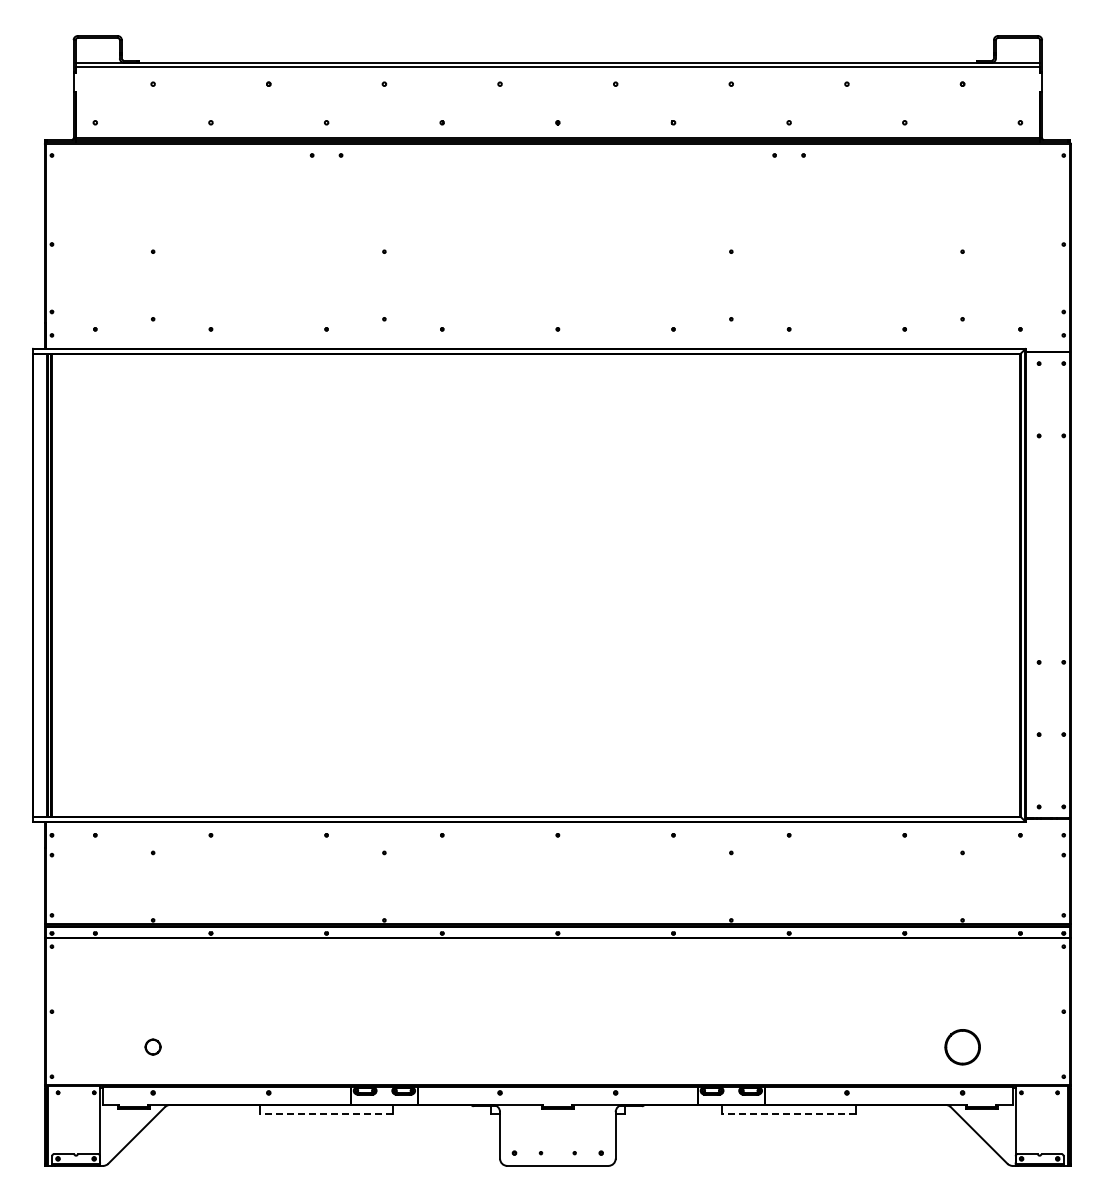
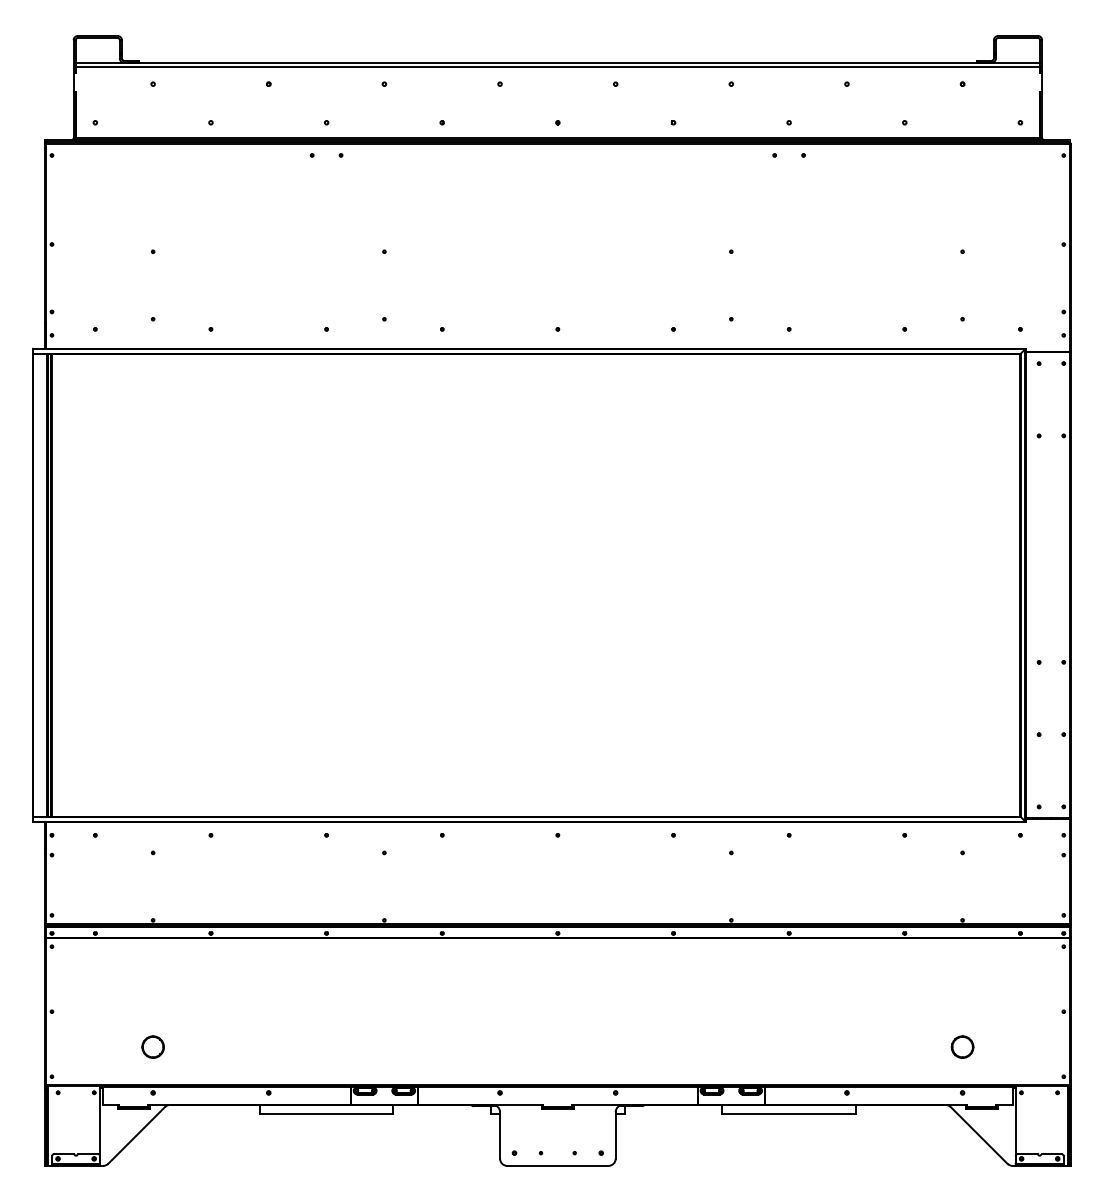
part at (152, 1046) size: 18x18 px -> 24x24 px
part at (962, 1047) size: 37x37 px -> 25x24 px
line at (326, 1113): dashed -> solid
line at (789, 1113): dashed -> solid
